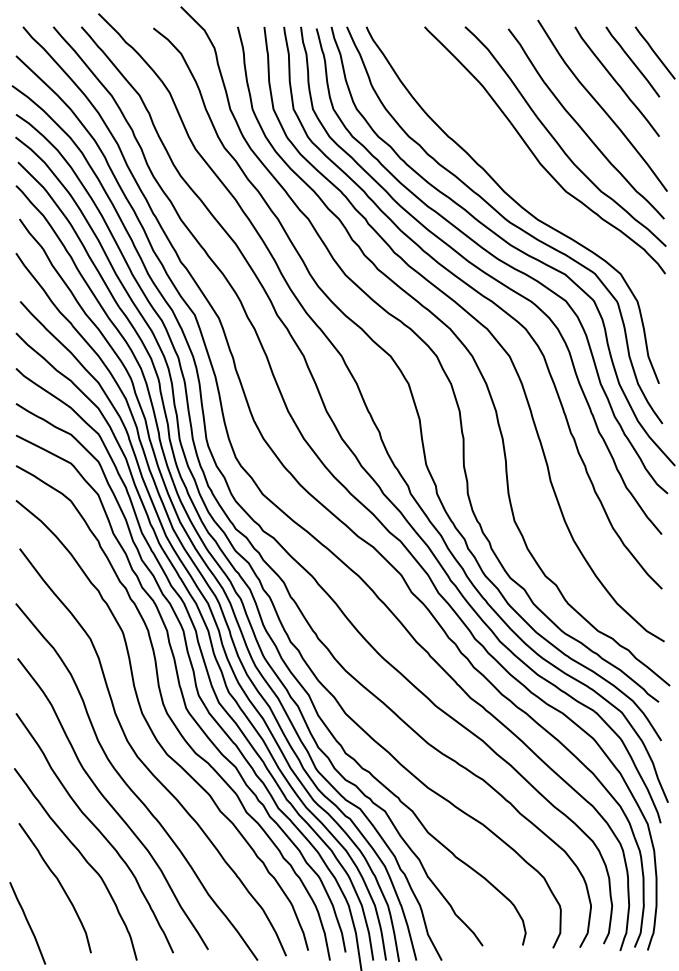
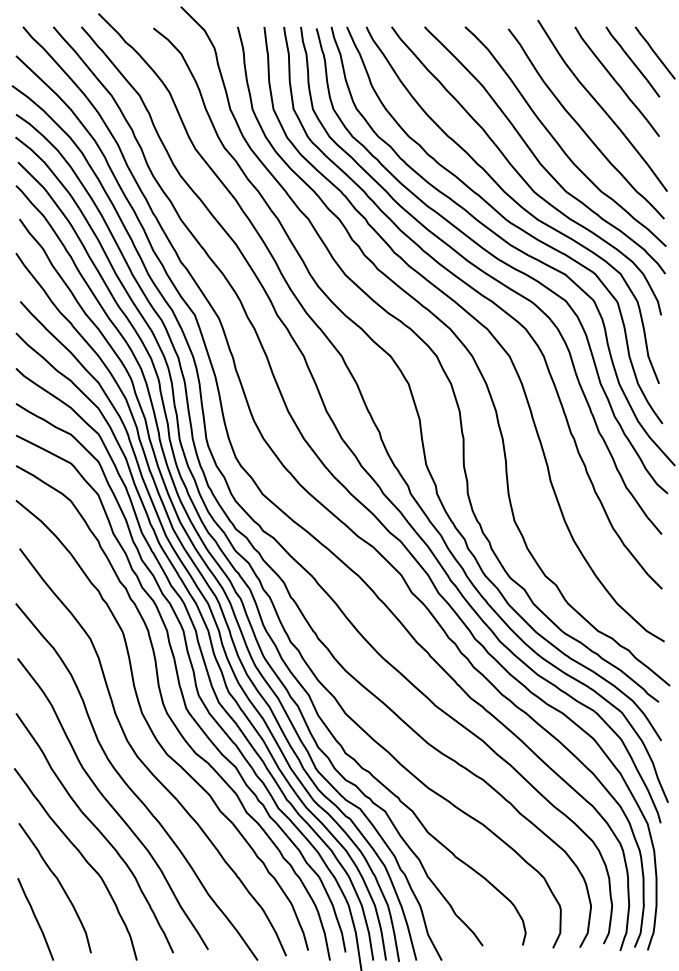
curve at (521, 175): none -> present
curve at (27, 923) position: (27, 923) -> (35, 919)
